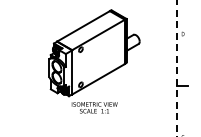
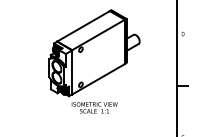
line at (176, 68): dashed -> solid
